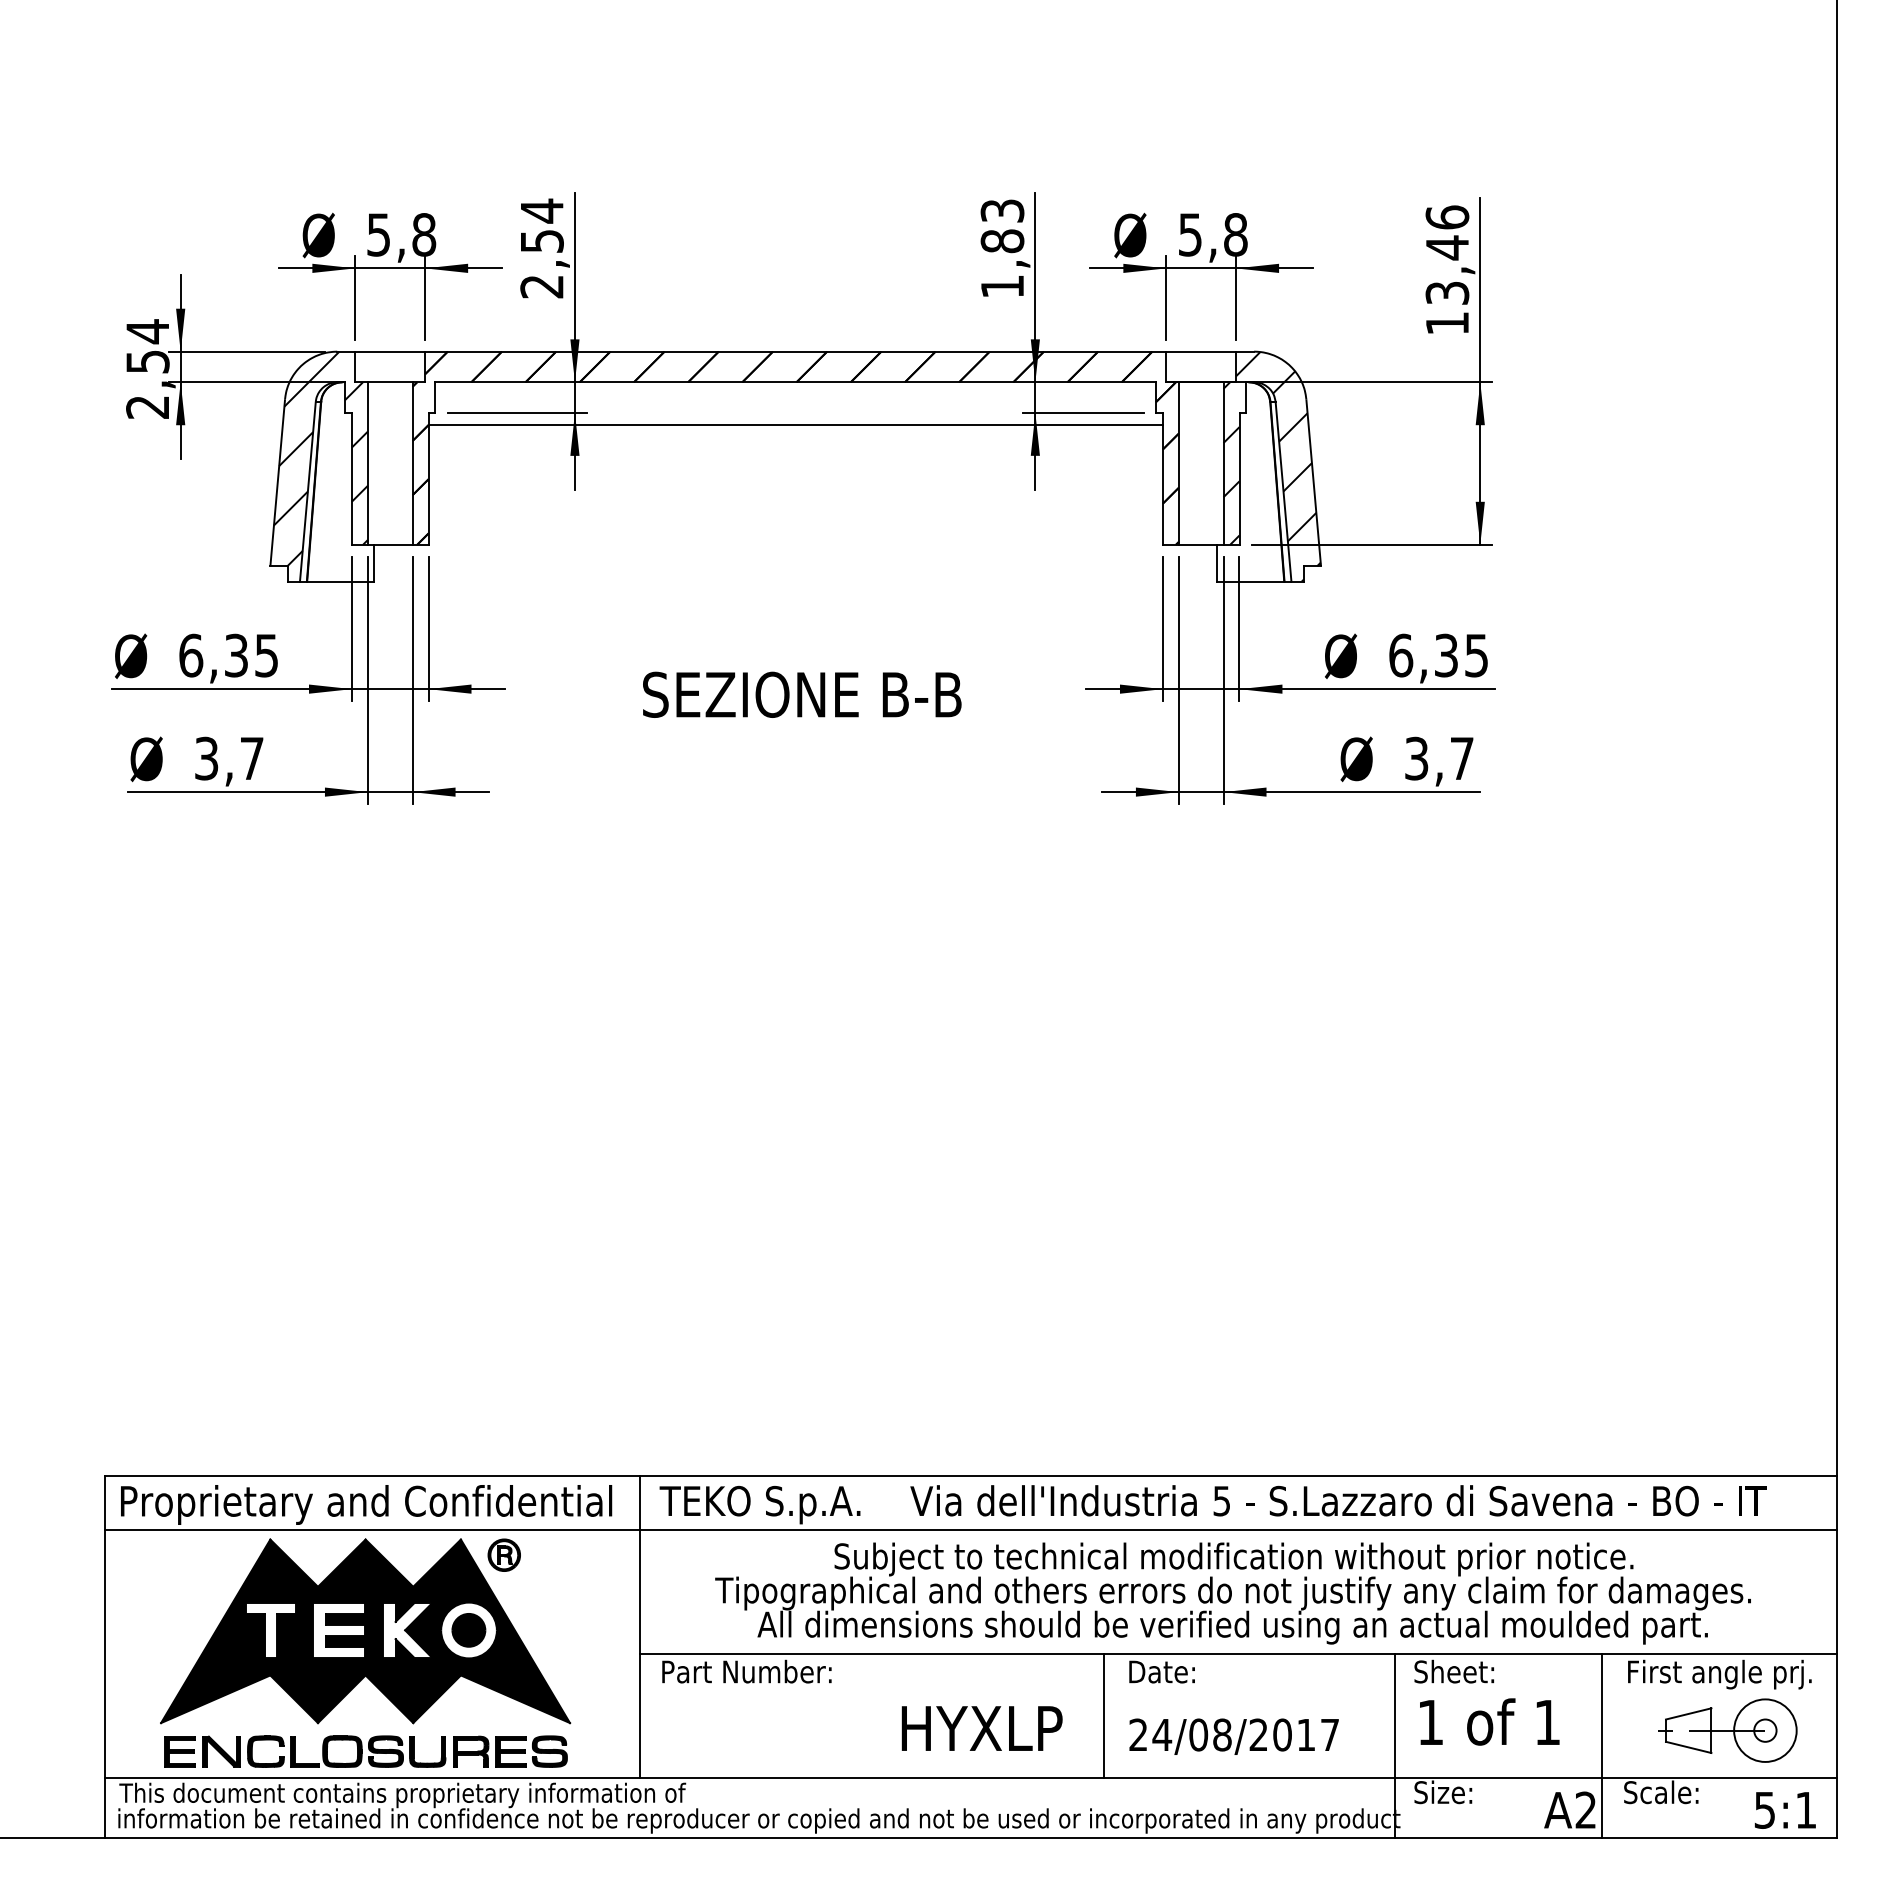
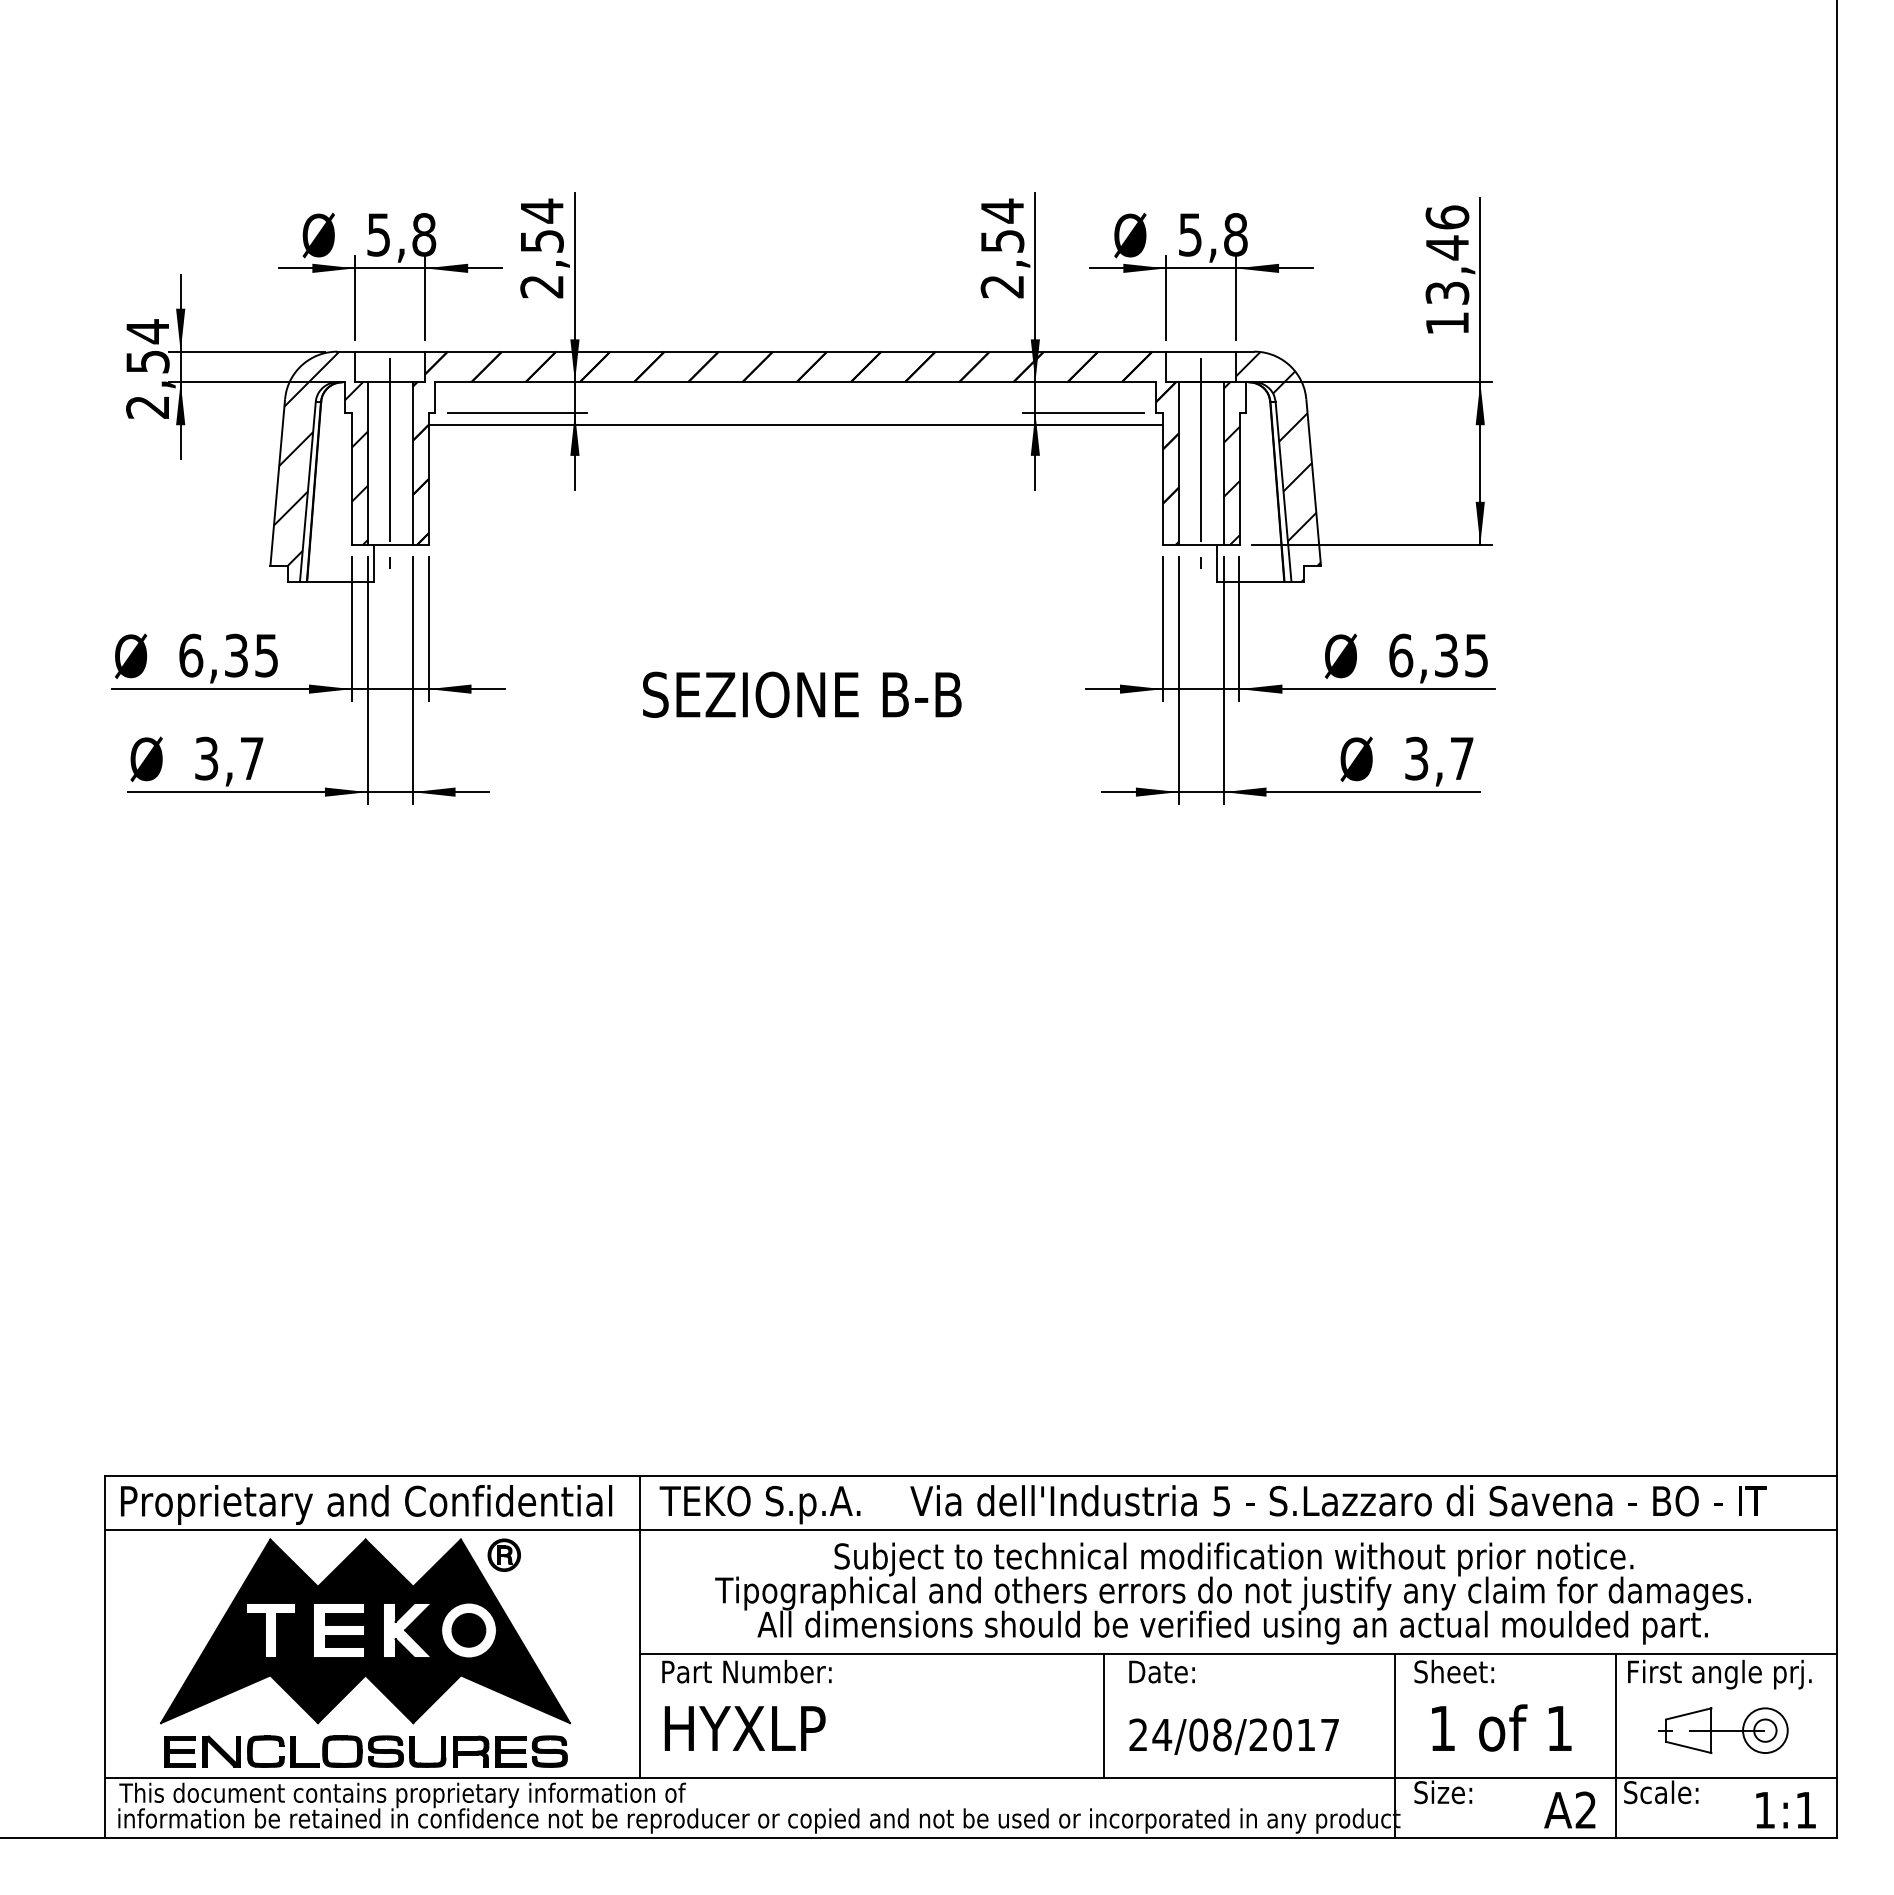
text at (1002, 248): 1,83 -> 2,54
line at (390, 463): none -> present
line at (1201, 463): none -> present
text at (1489, 1721) position: (1489, 1721) -> (1501, 1727)
text at (981, 1728) position: (981, 1728) -> (744, 1728)
circle at (1765, 1730) diameter: 63 px -> 45 px
line at (1602, 1746) position: (1602, 1746) -> (1616, 1746)
text at (1764, 1810): 5:1 -> 1:1
